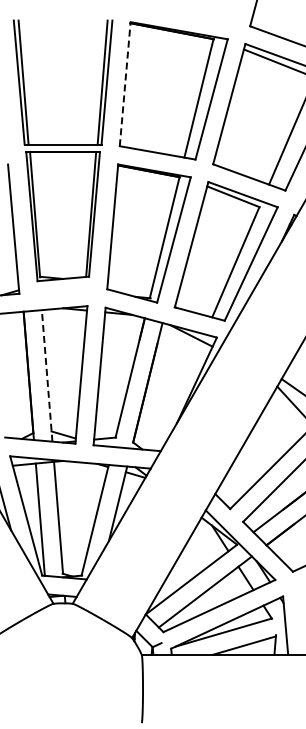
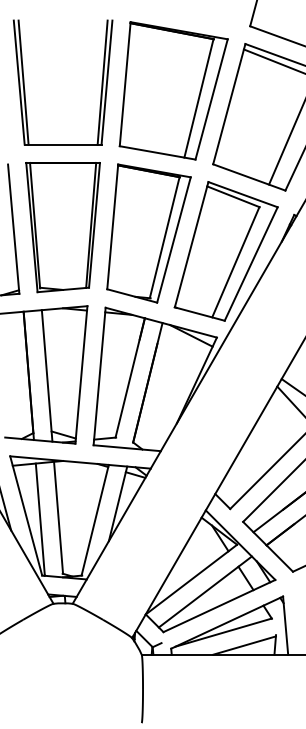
line at (125, 83): dashed -> solid
part at (62, 216) position: (62, 216) -> (62, 227)
line at (47, 375): dashed -> solid
